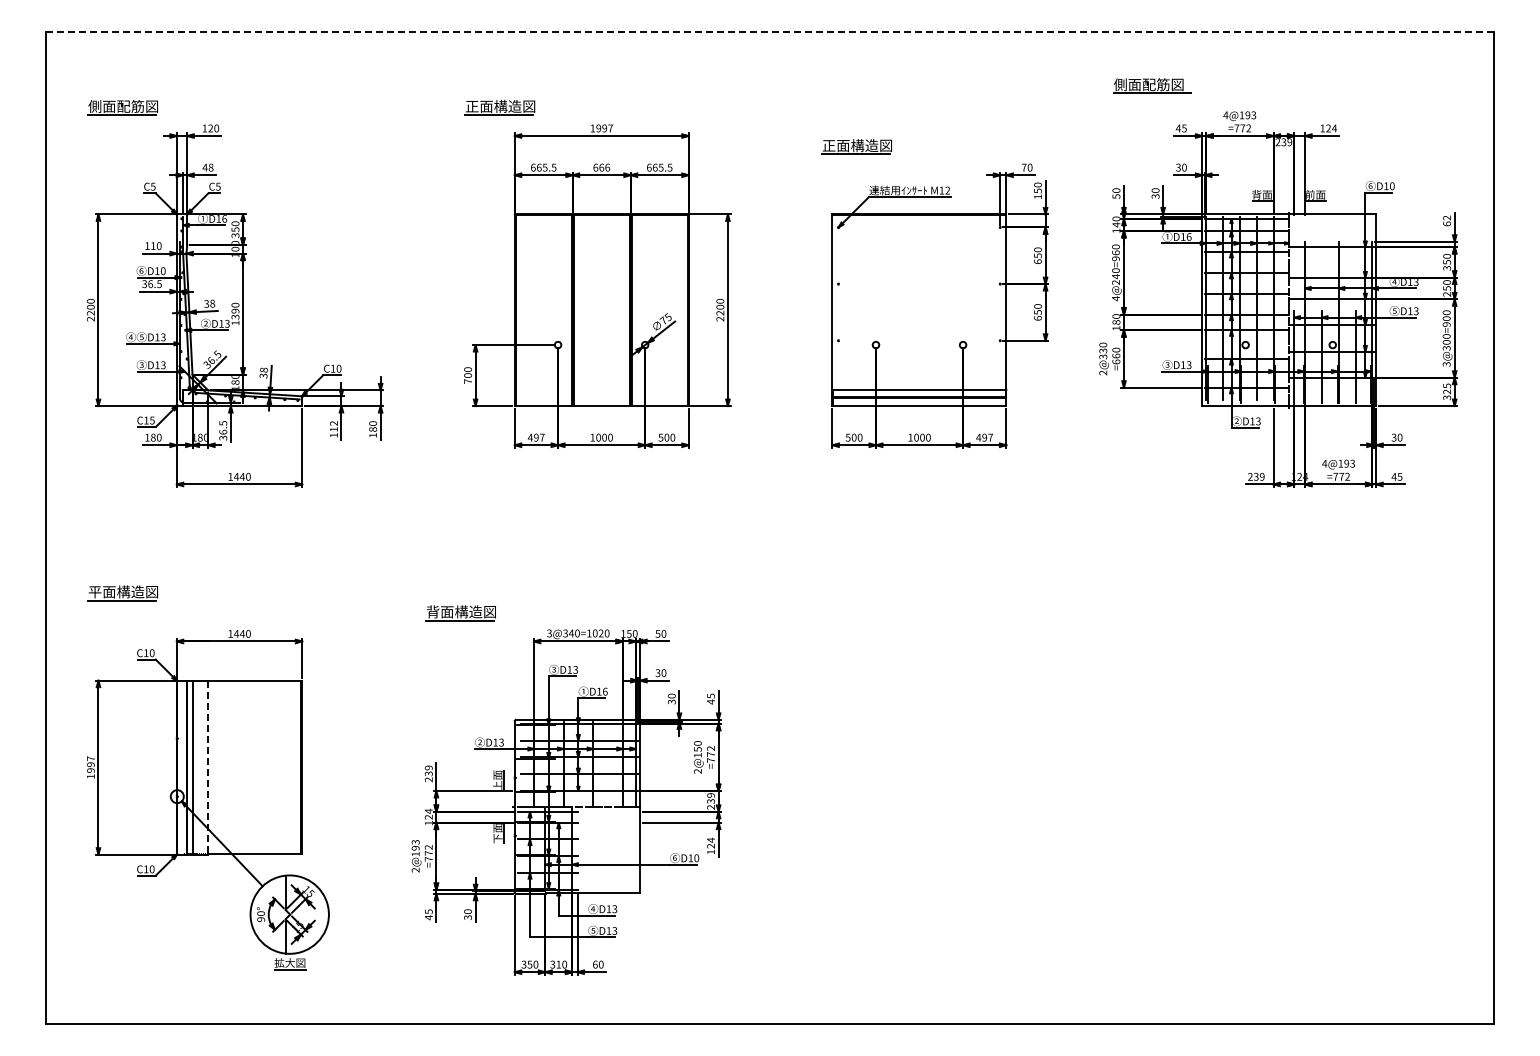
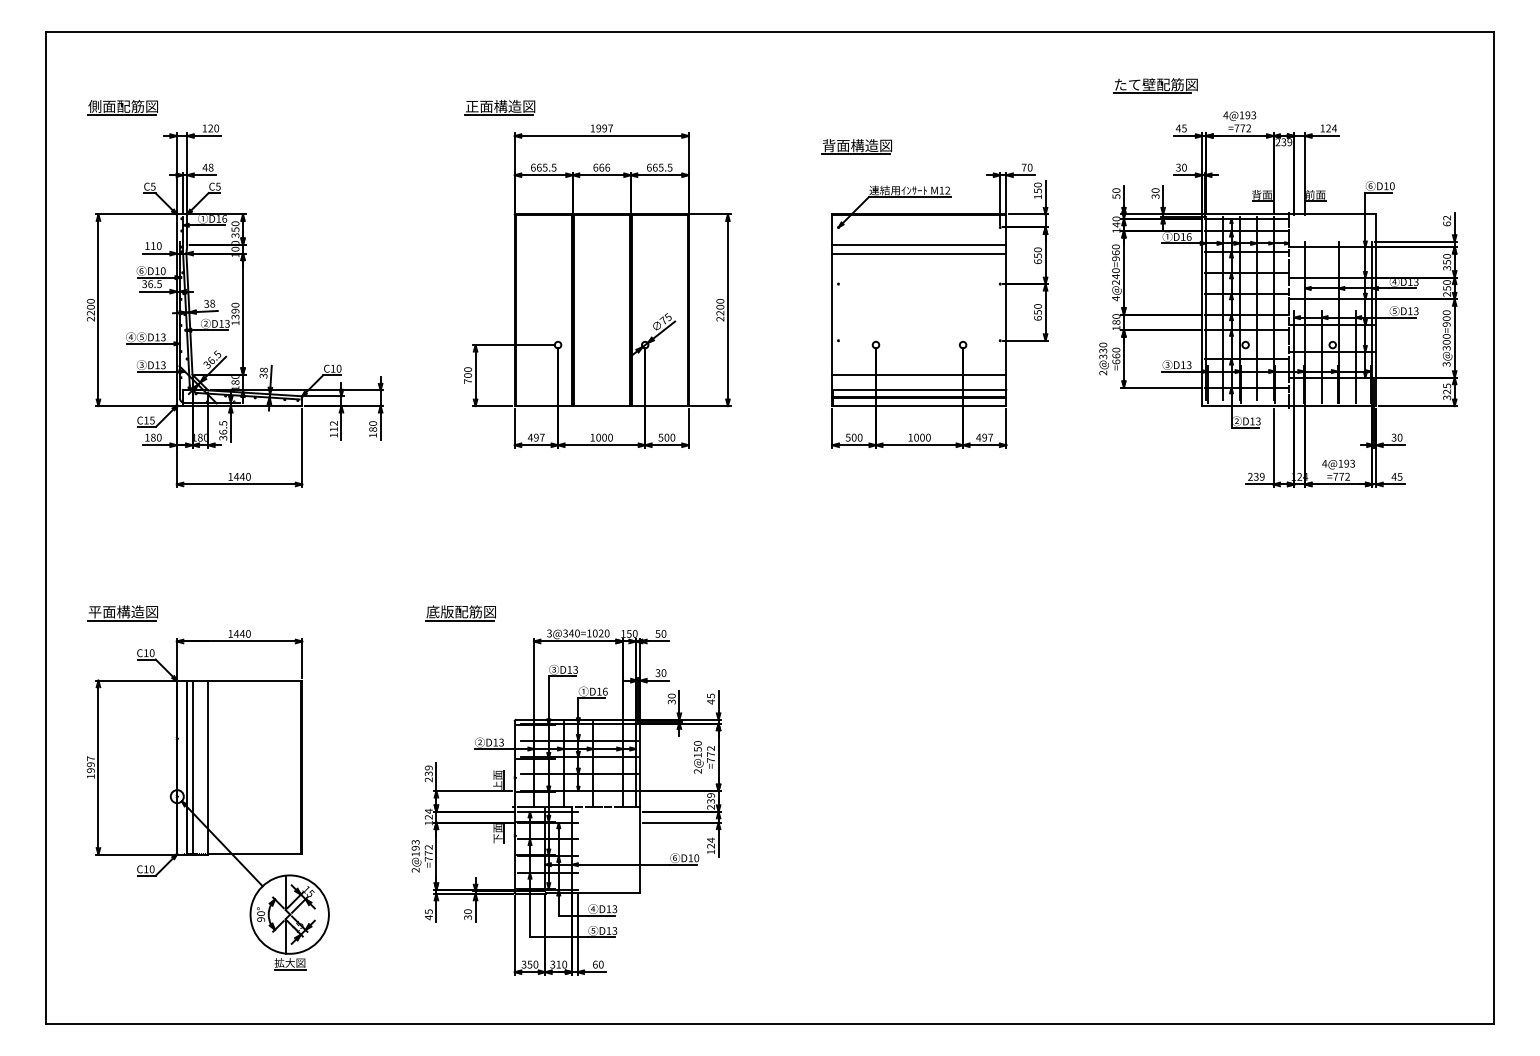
line at (770, 31): dashed -> solid
text at (1155, 84): 側面配筋図 -> たて壁配筋図
text at (828, 145): 正面構造図 -> 背面構造図
line at (919, 244): none -> present
line at (919, 253): none -> present
line at (919, 374): none -> present
part at (122, 593) position: (122, 593) -> (122, 613)
text at (454, 611): 背面構造図 -> 底版配筋図
line at (208, 767): dashed -> solid
